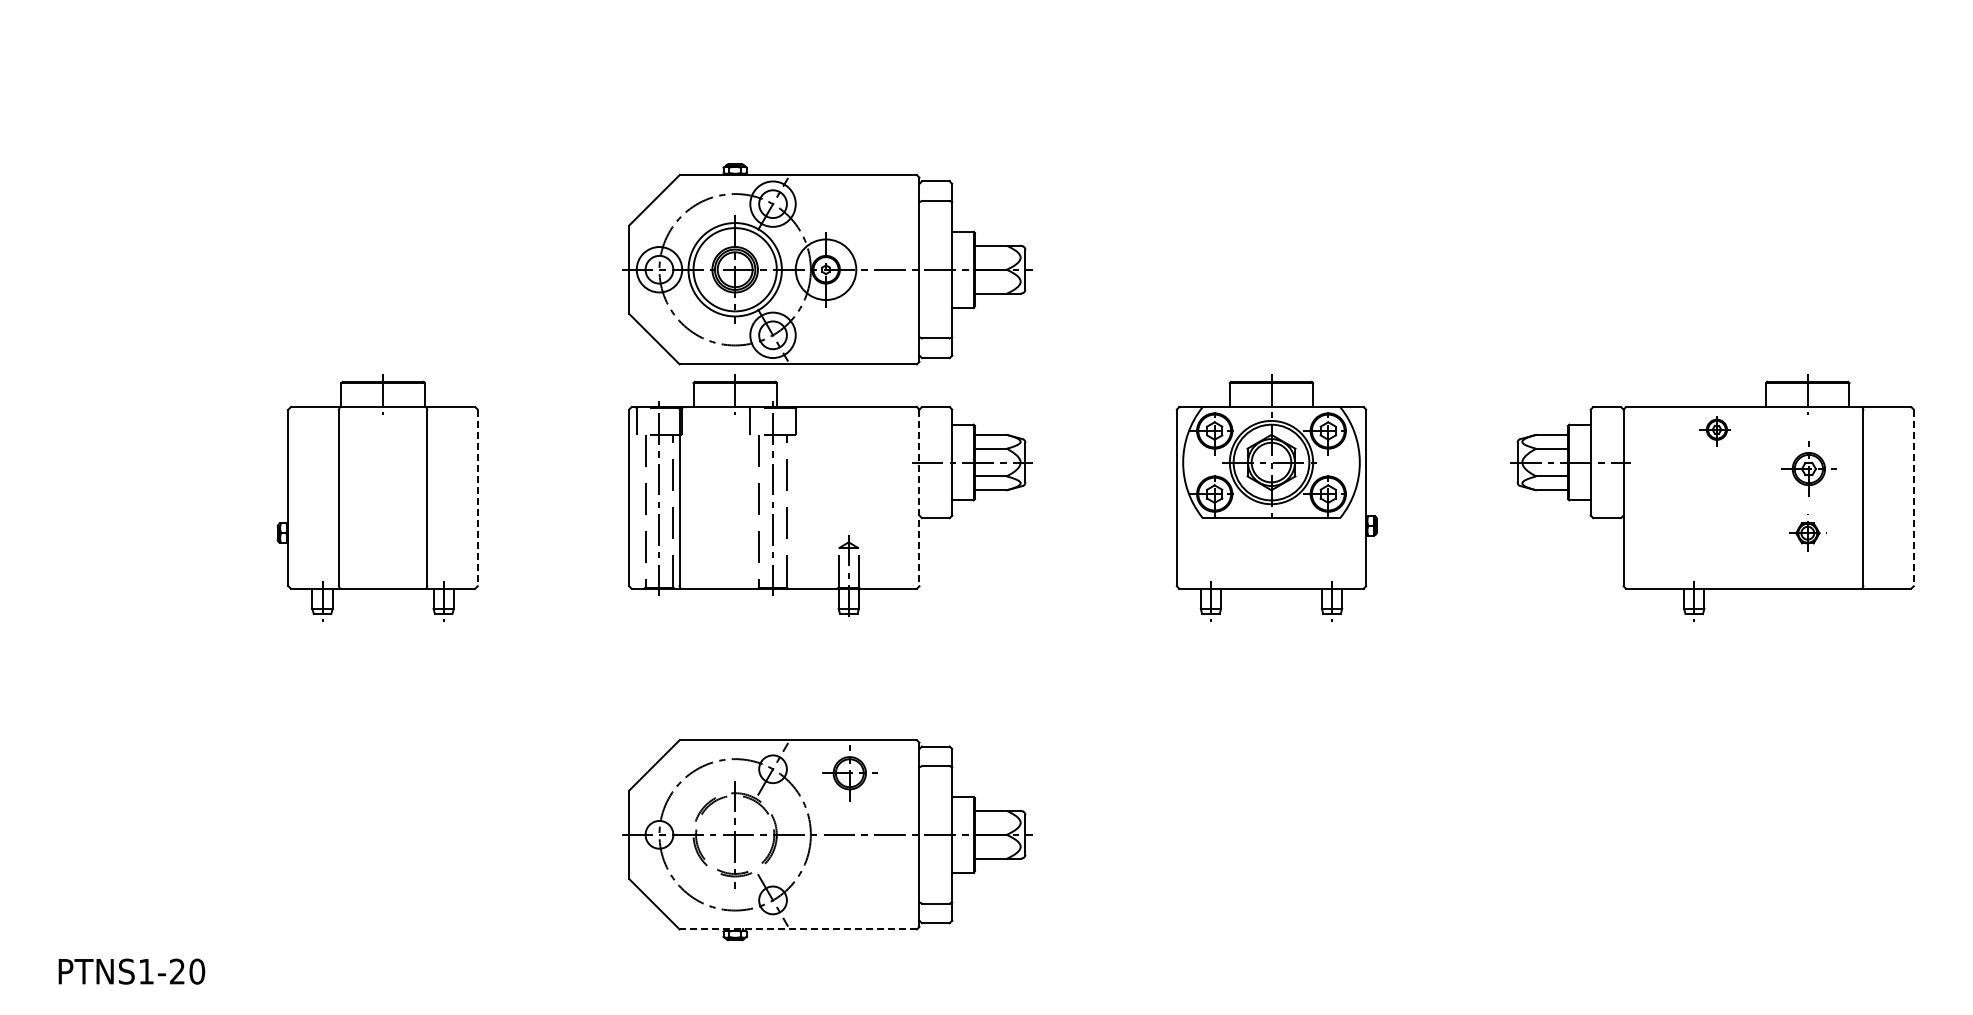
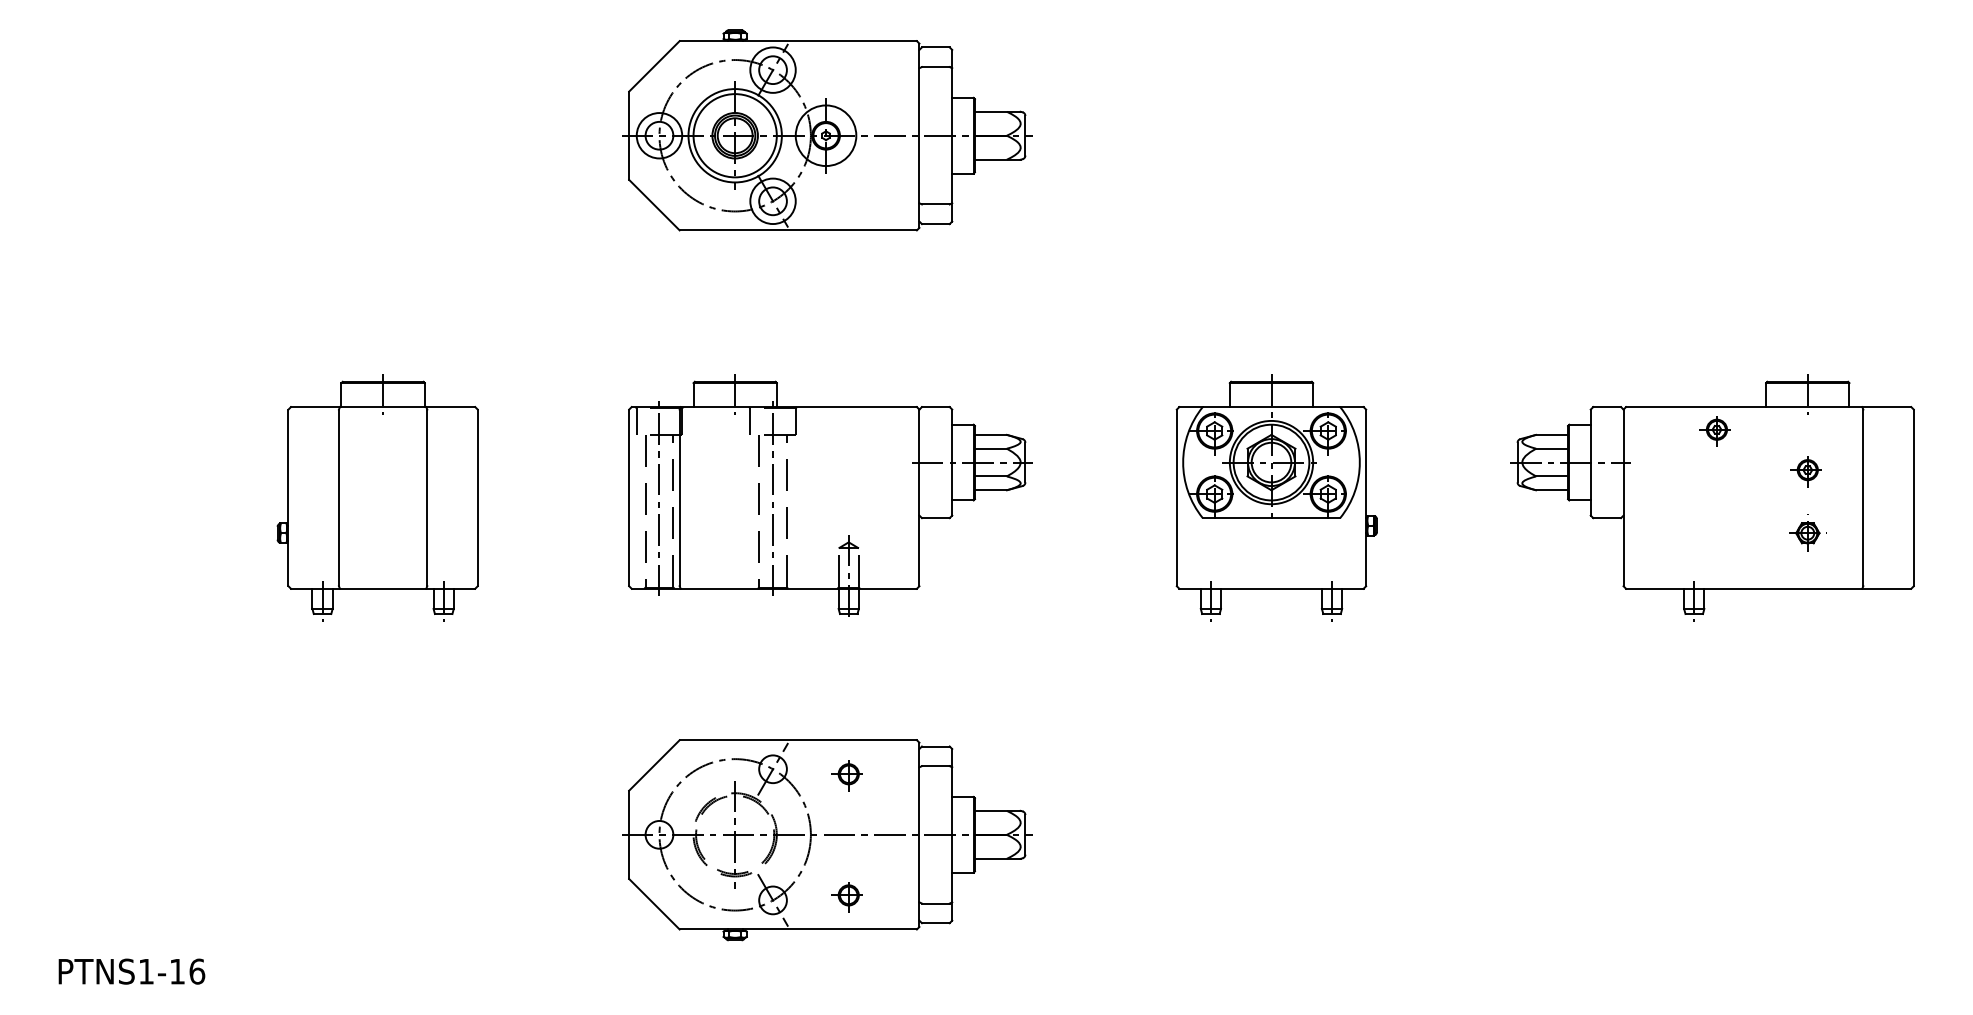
part at (827, 264) position: (827, 264) -> (827, 130)
part at (1808, 468) size: 56x56 px -> 32x32 px
line at (477, 498): dashed -> solid
line at (919, 498): dashed -> solid
line at (1913, 498): dashed -> solid
part at (849, 773) size: 56x57 px -> 32x32 px
part at (846, 897): none -> present
line at (798, 929): dashed -> solid
text at (187, 971): PTNS1-20 -> PTNS1-16
